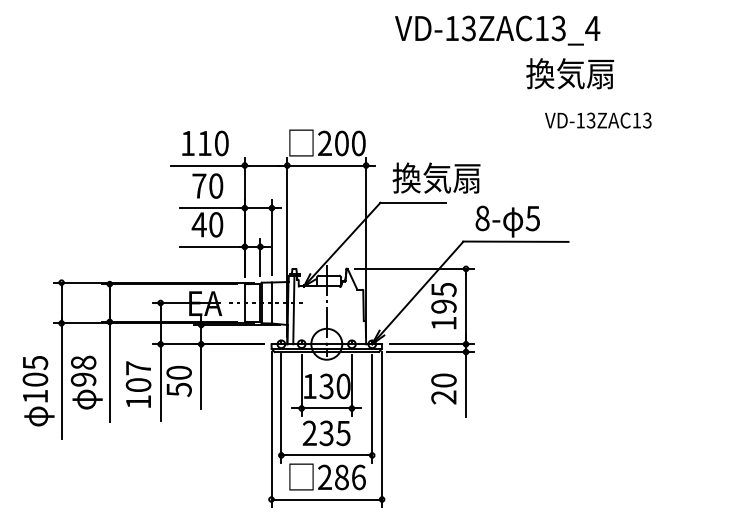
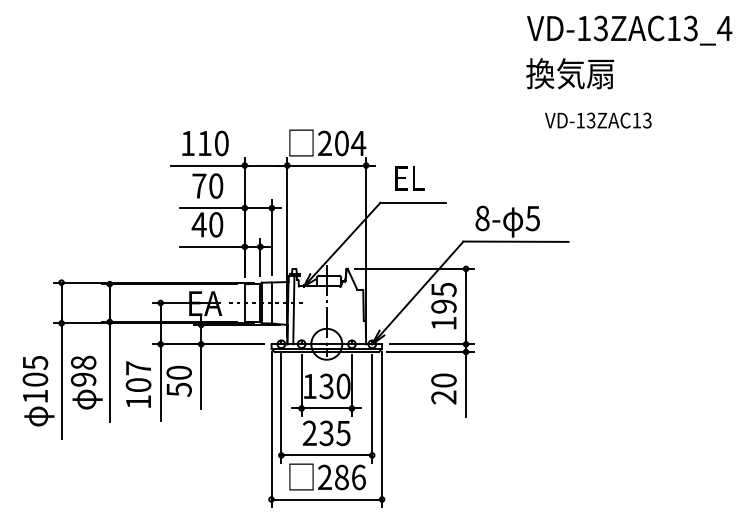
text at (497, 30) position: (497, 30) -> (629, 30)
text at (358, 143): 200 -> 204
text at (436, 177): 換気扇 -> EL
